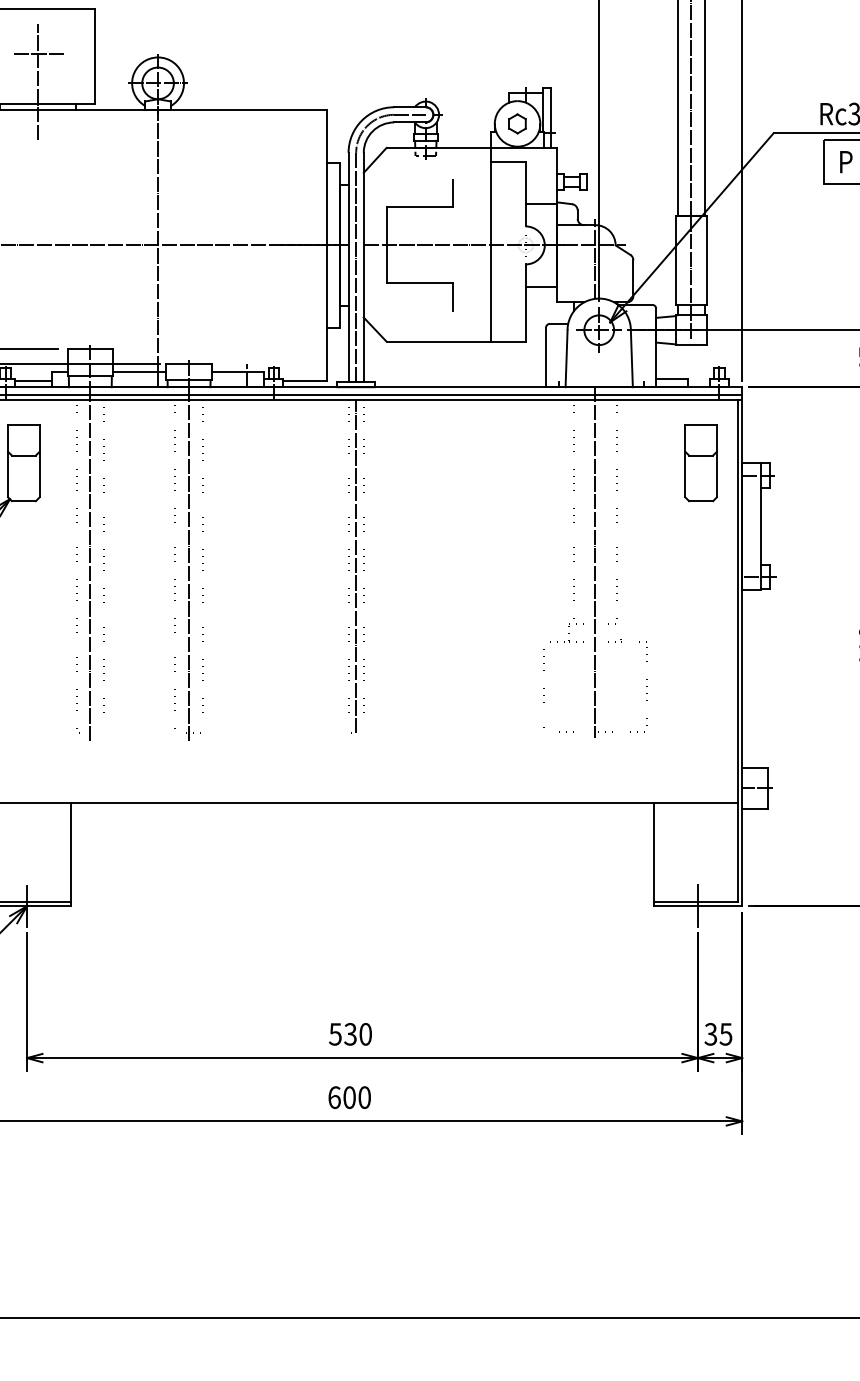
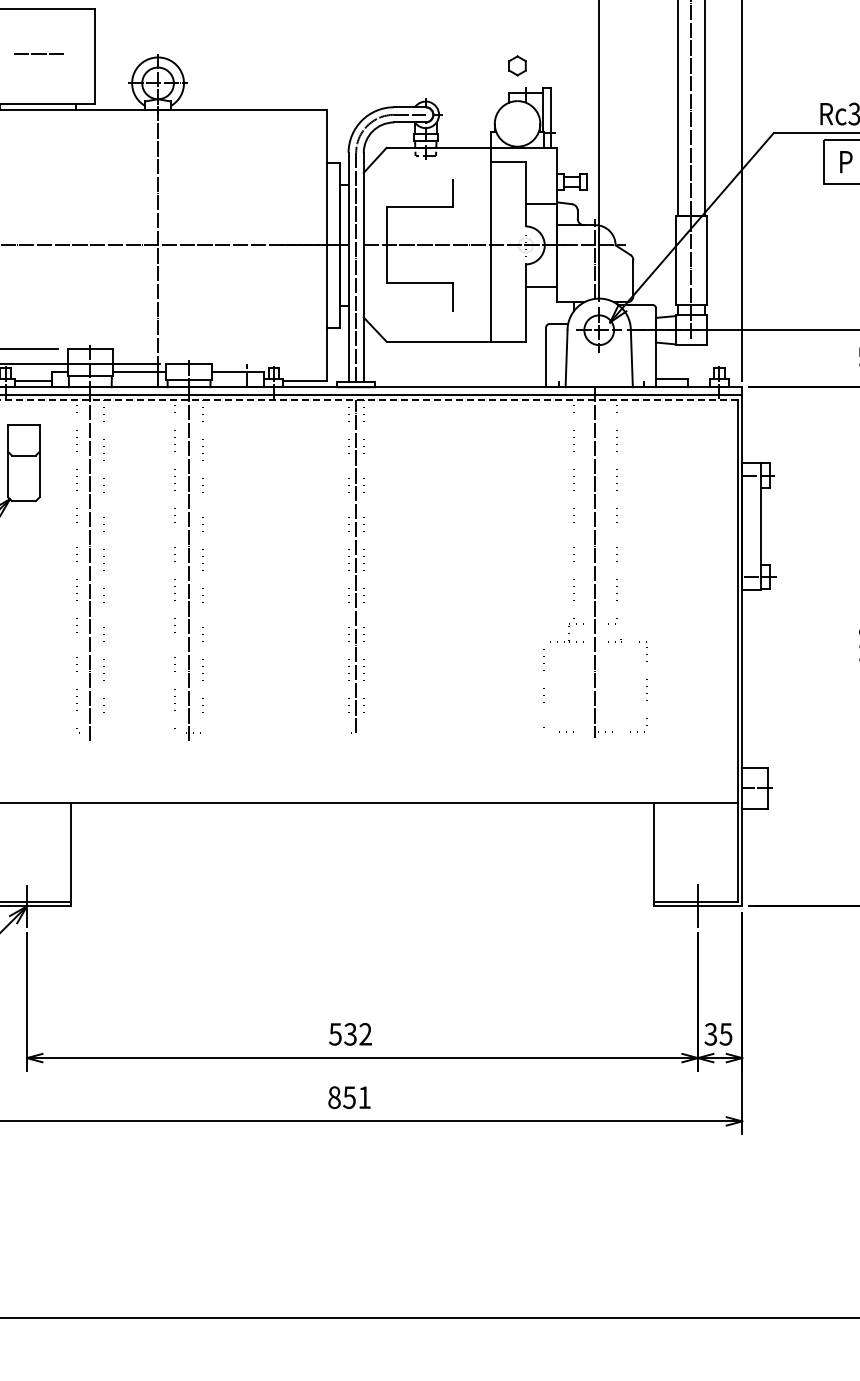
line at (37, 81): present -> none
part at (517, 123) position: (517, 123) -> (517, 65)
line at (371, 399): solid -> dashed
part at (700, 463): present -> none
text at (365, 1034): 530 -> 532
text at (349, 1097): 600 -> 851
